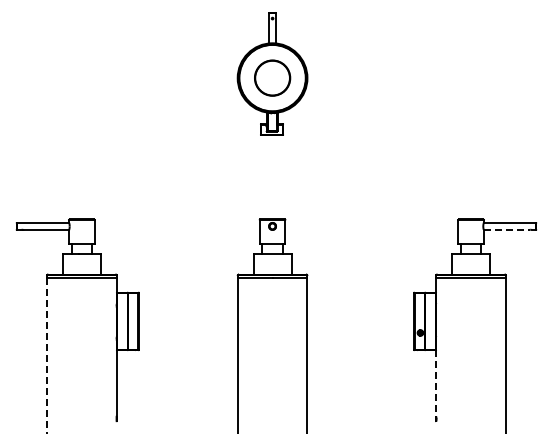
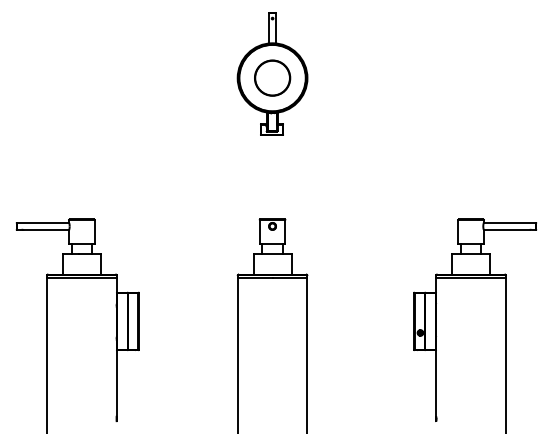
line at (506, 229): dashed -> solid
line at (47, 356): dashed -> solid
line at (436, 383): dashed -> solid
